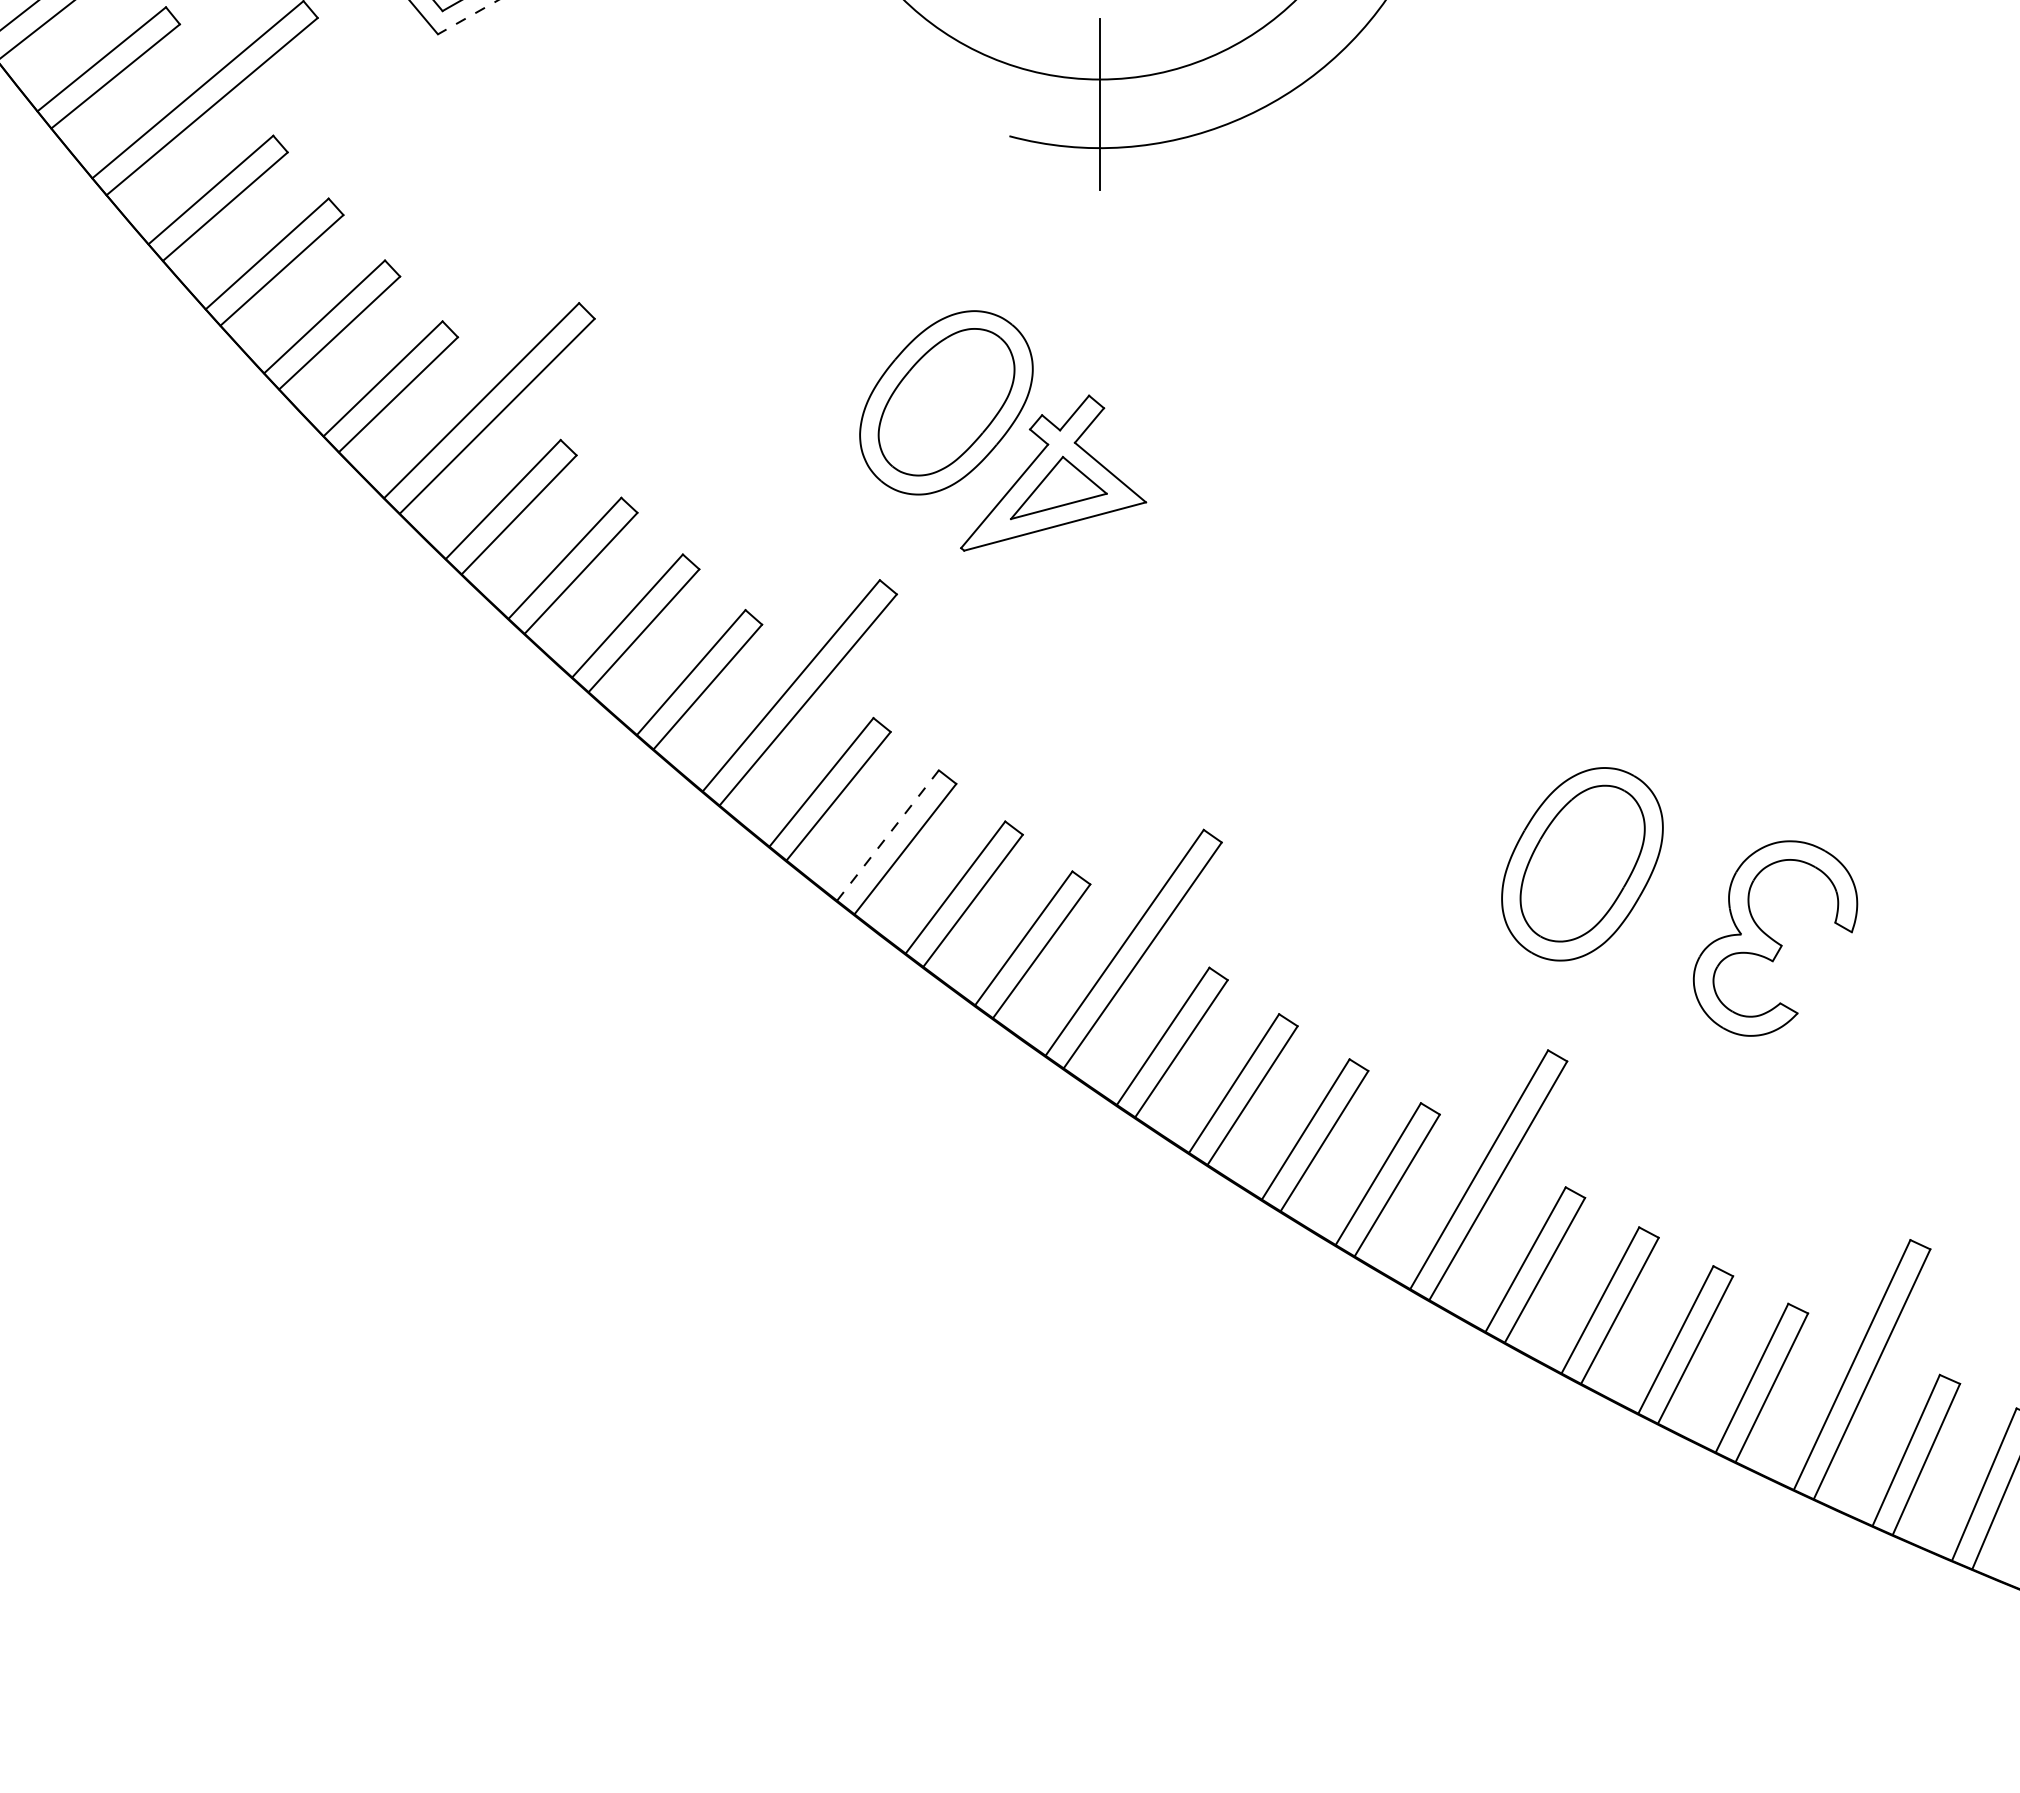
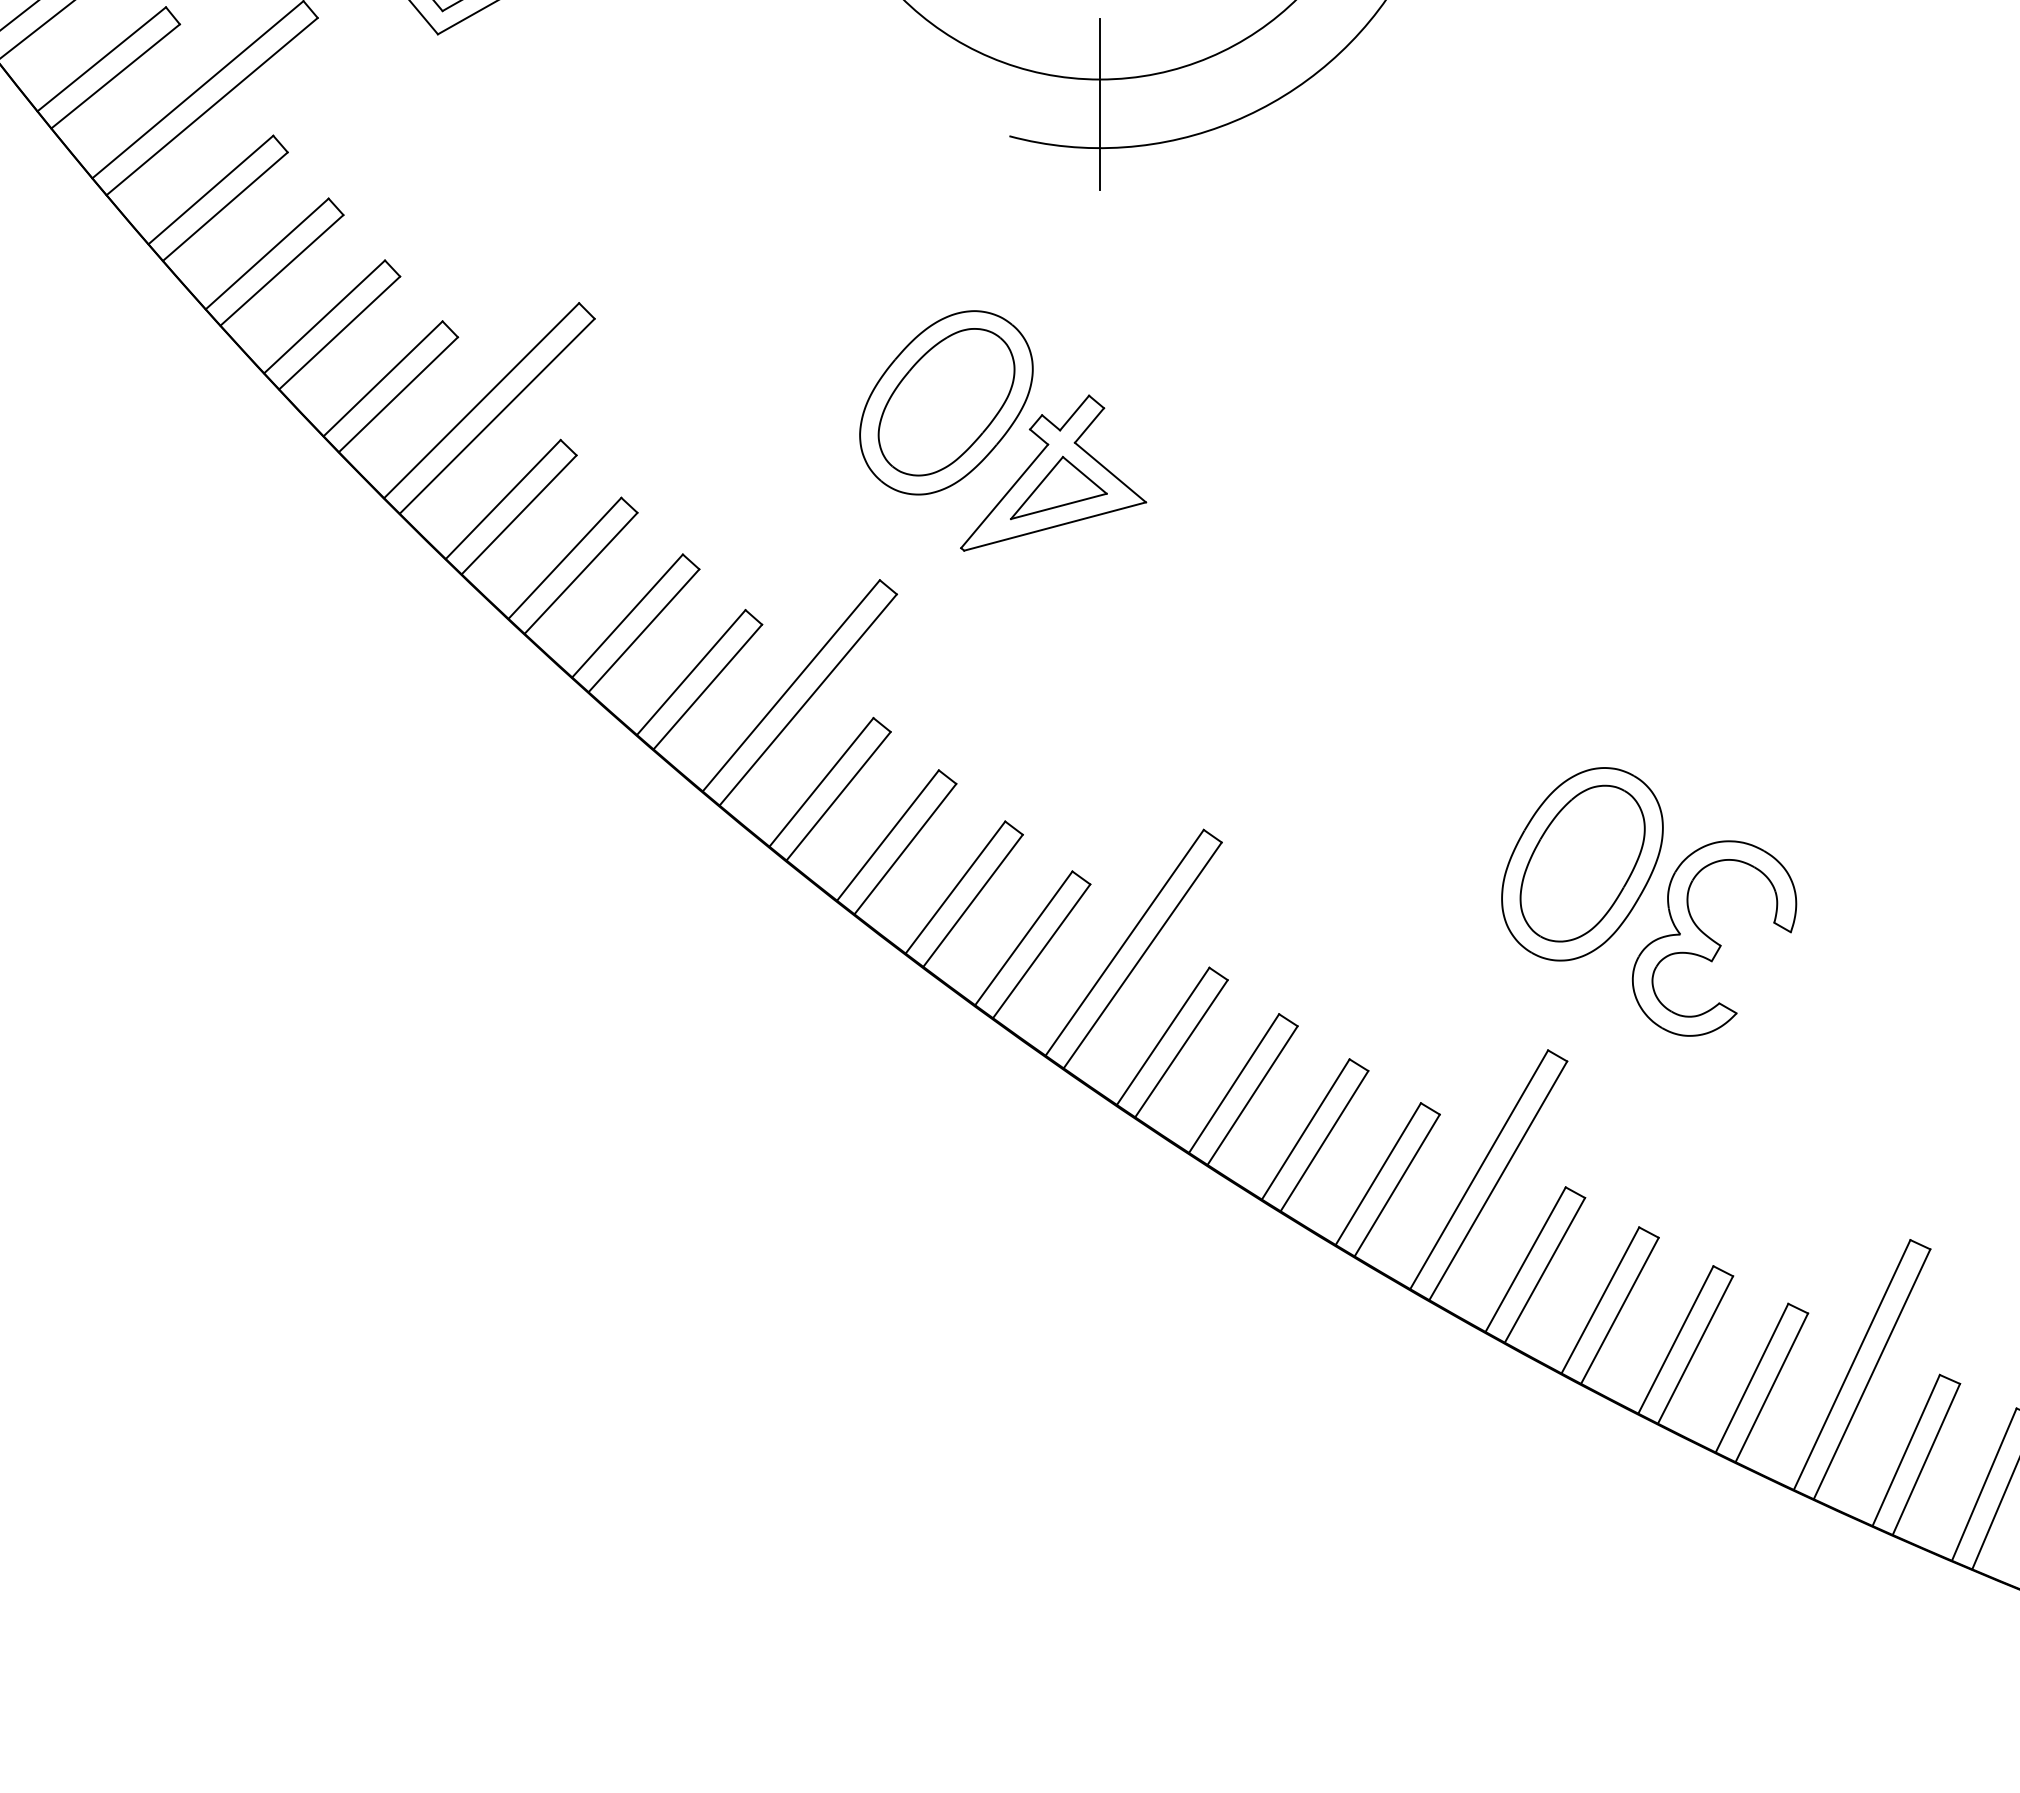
line at (468, 17): dashed -> solid
line at (887, 835): dashed -> solid
part at (1775, 938) position: (1775, 938) -> (1714, 938)
